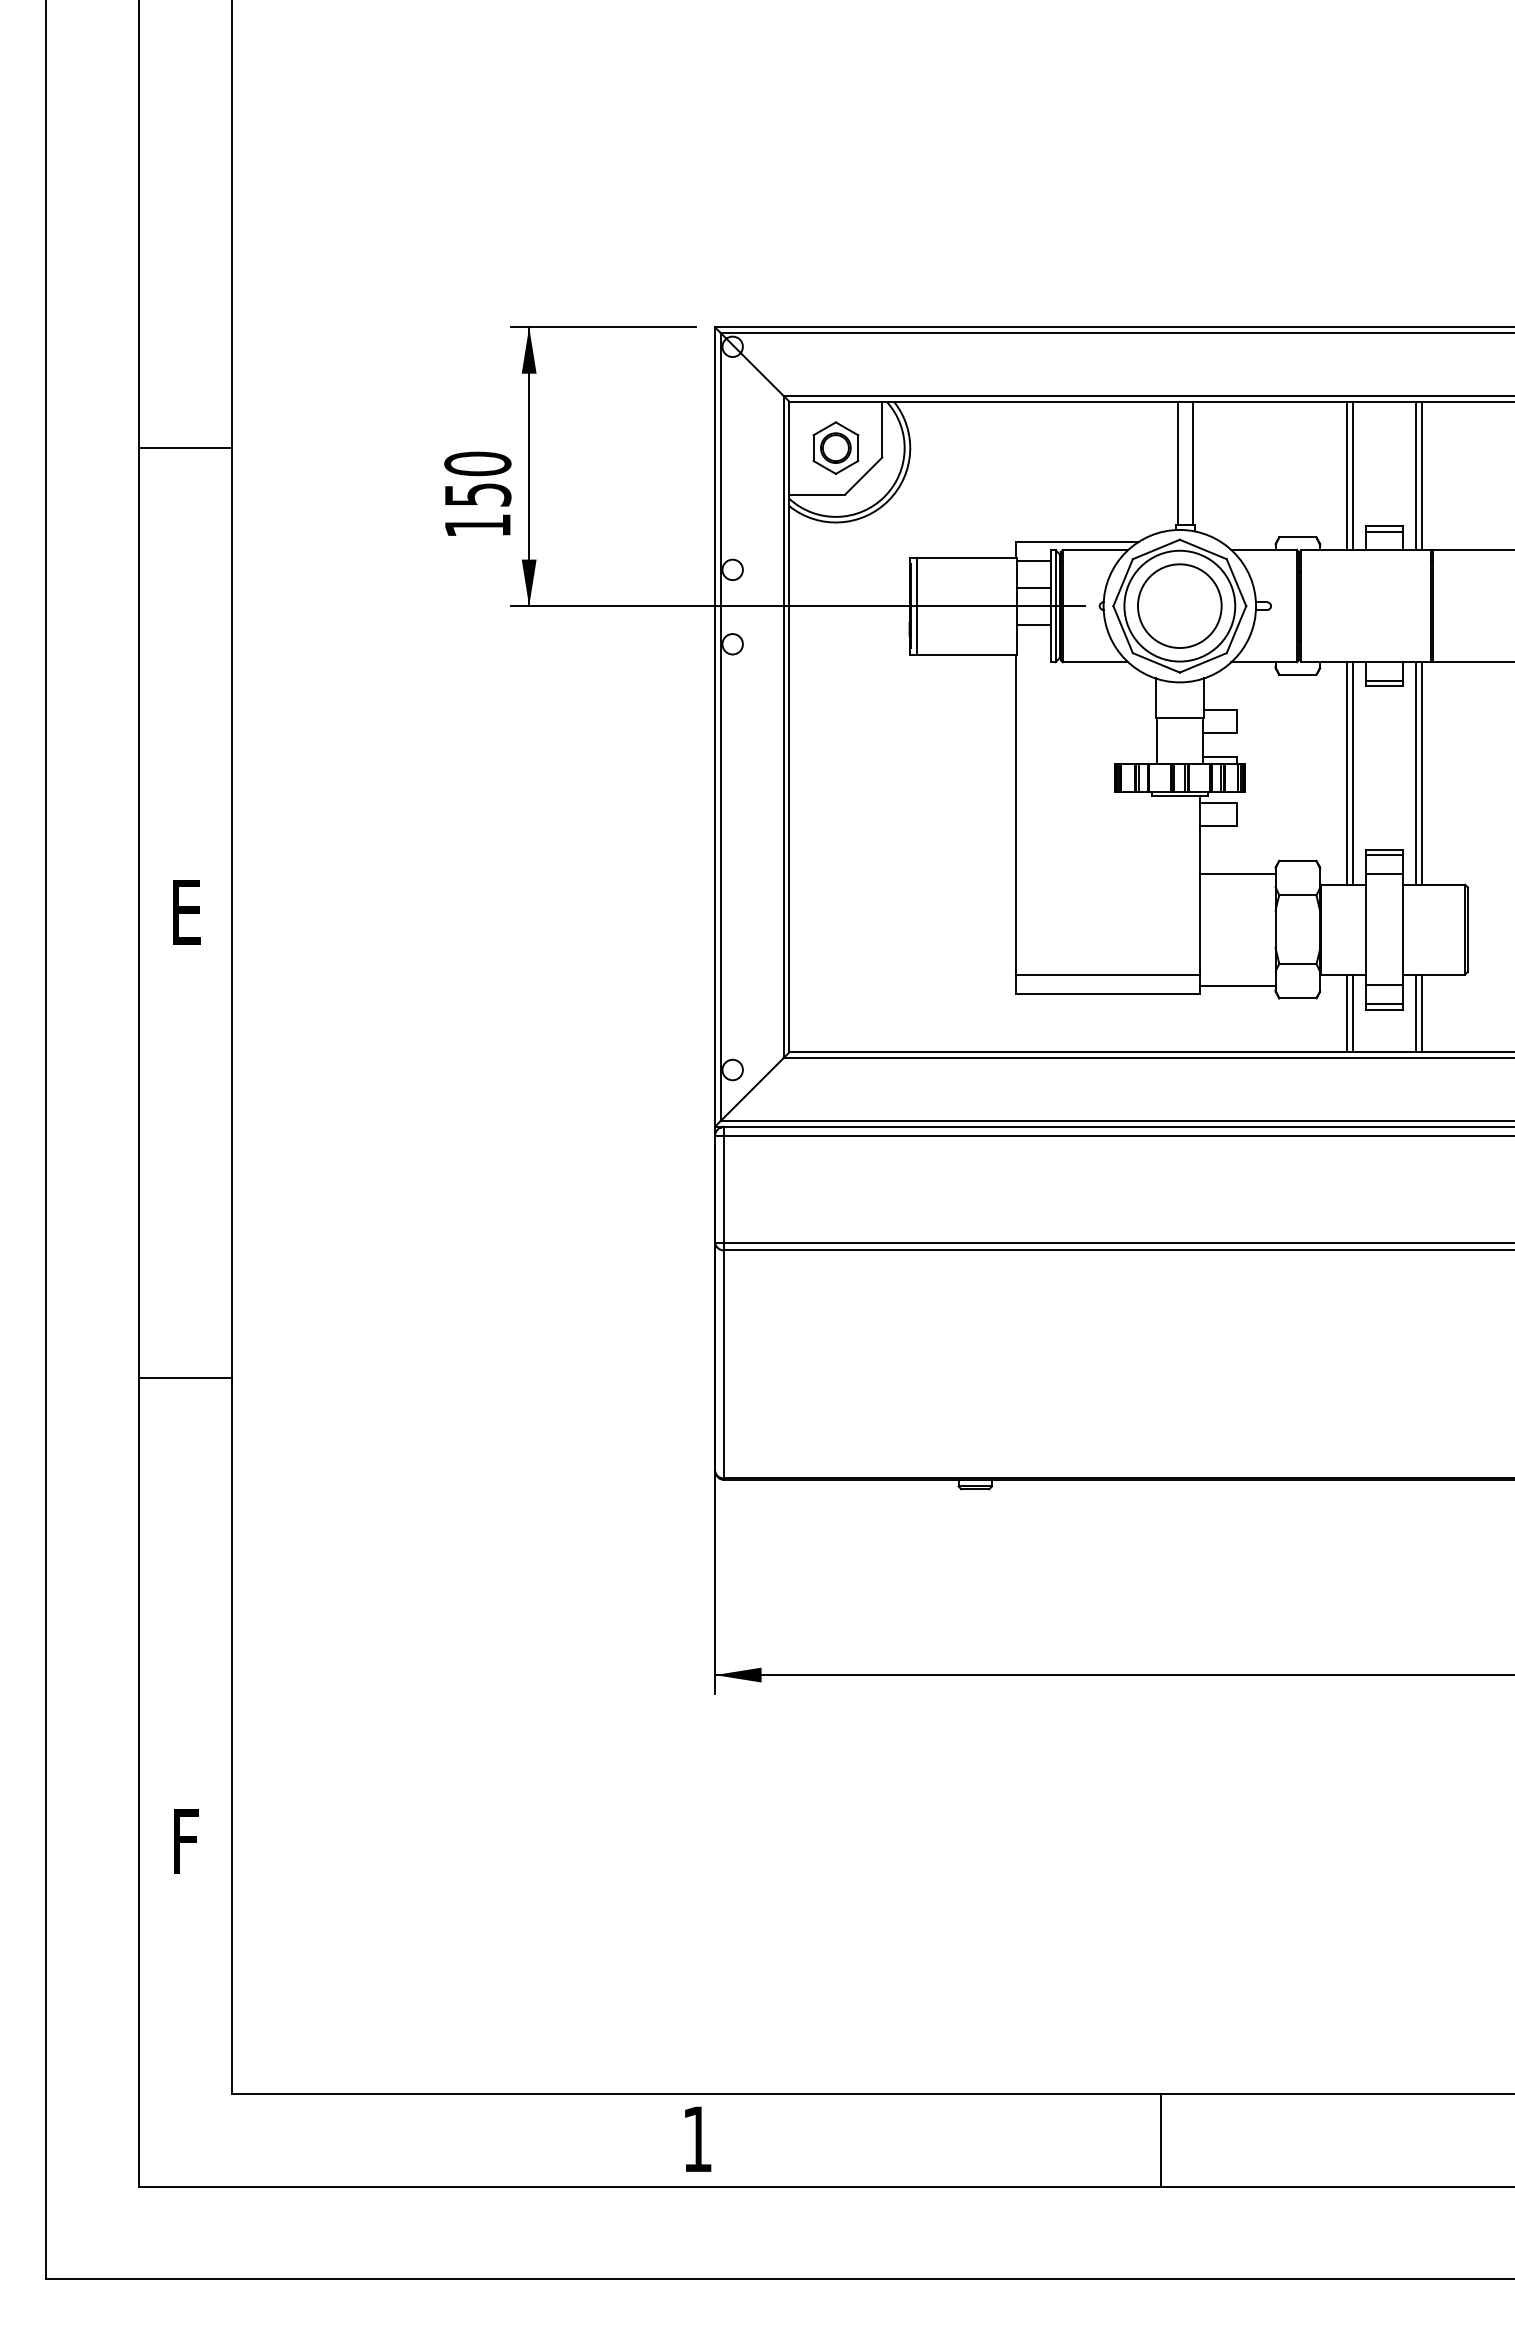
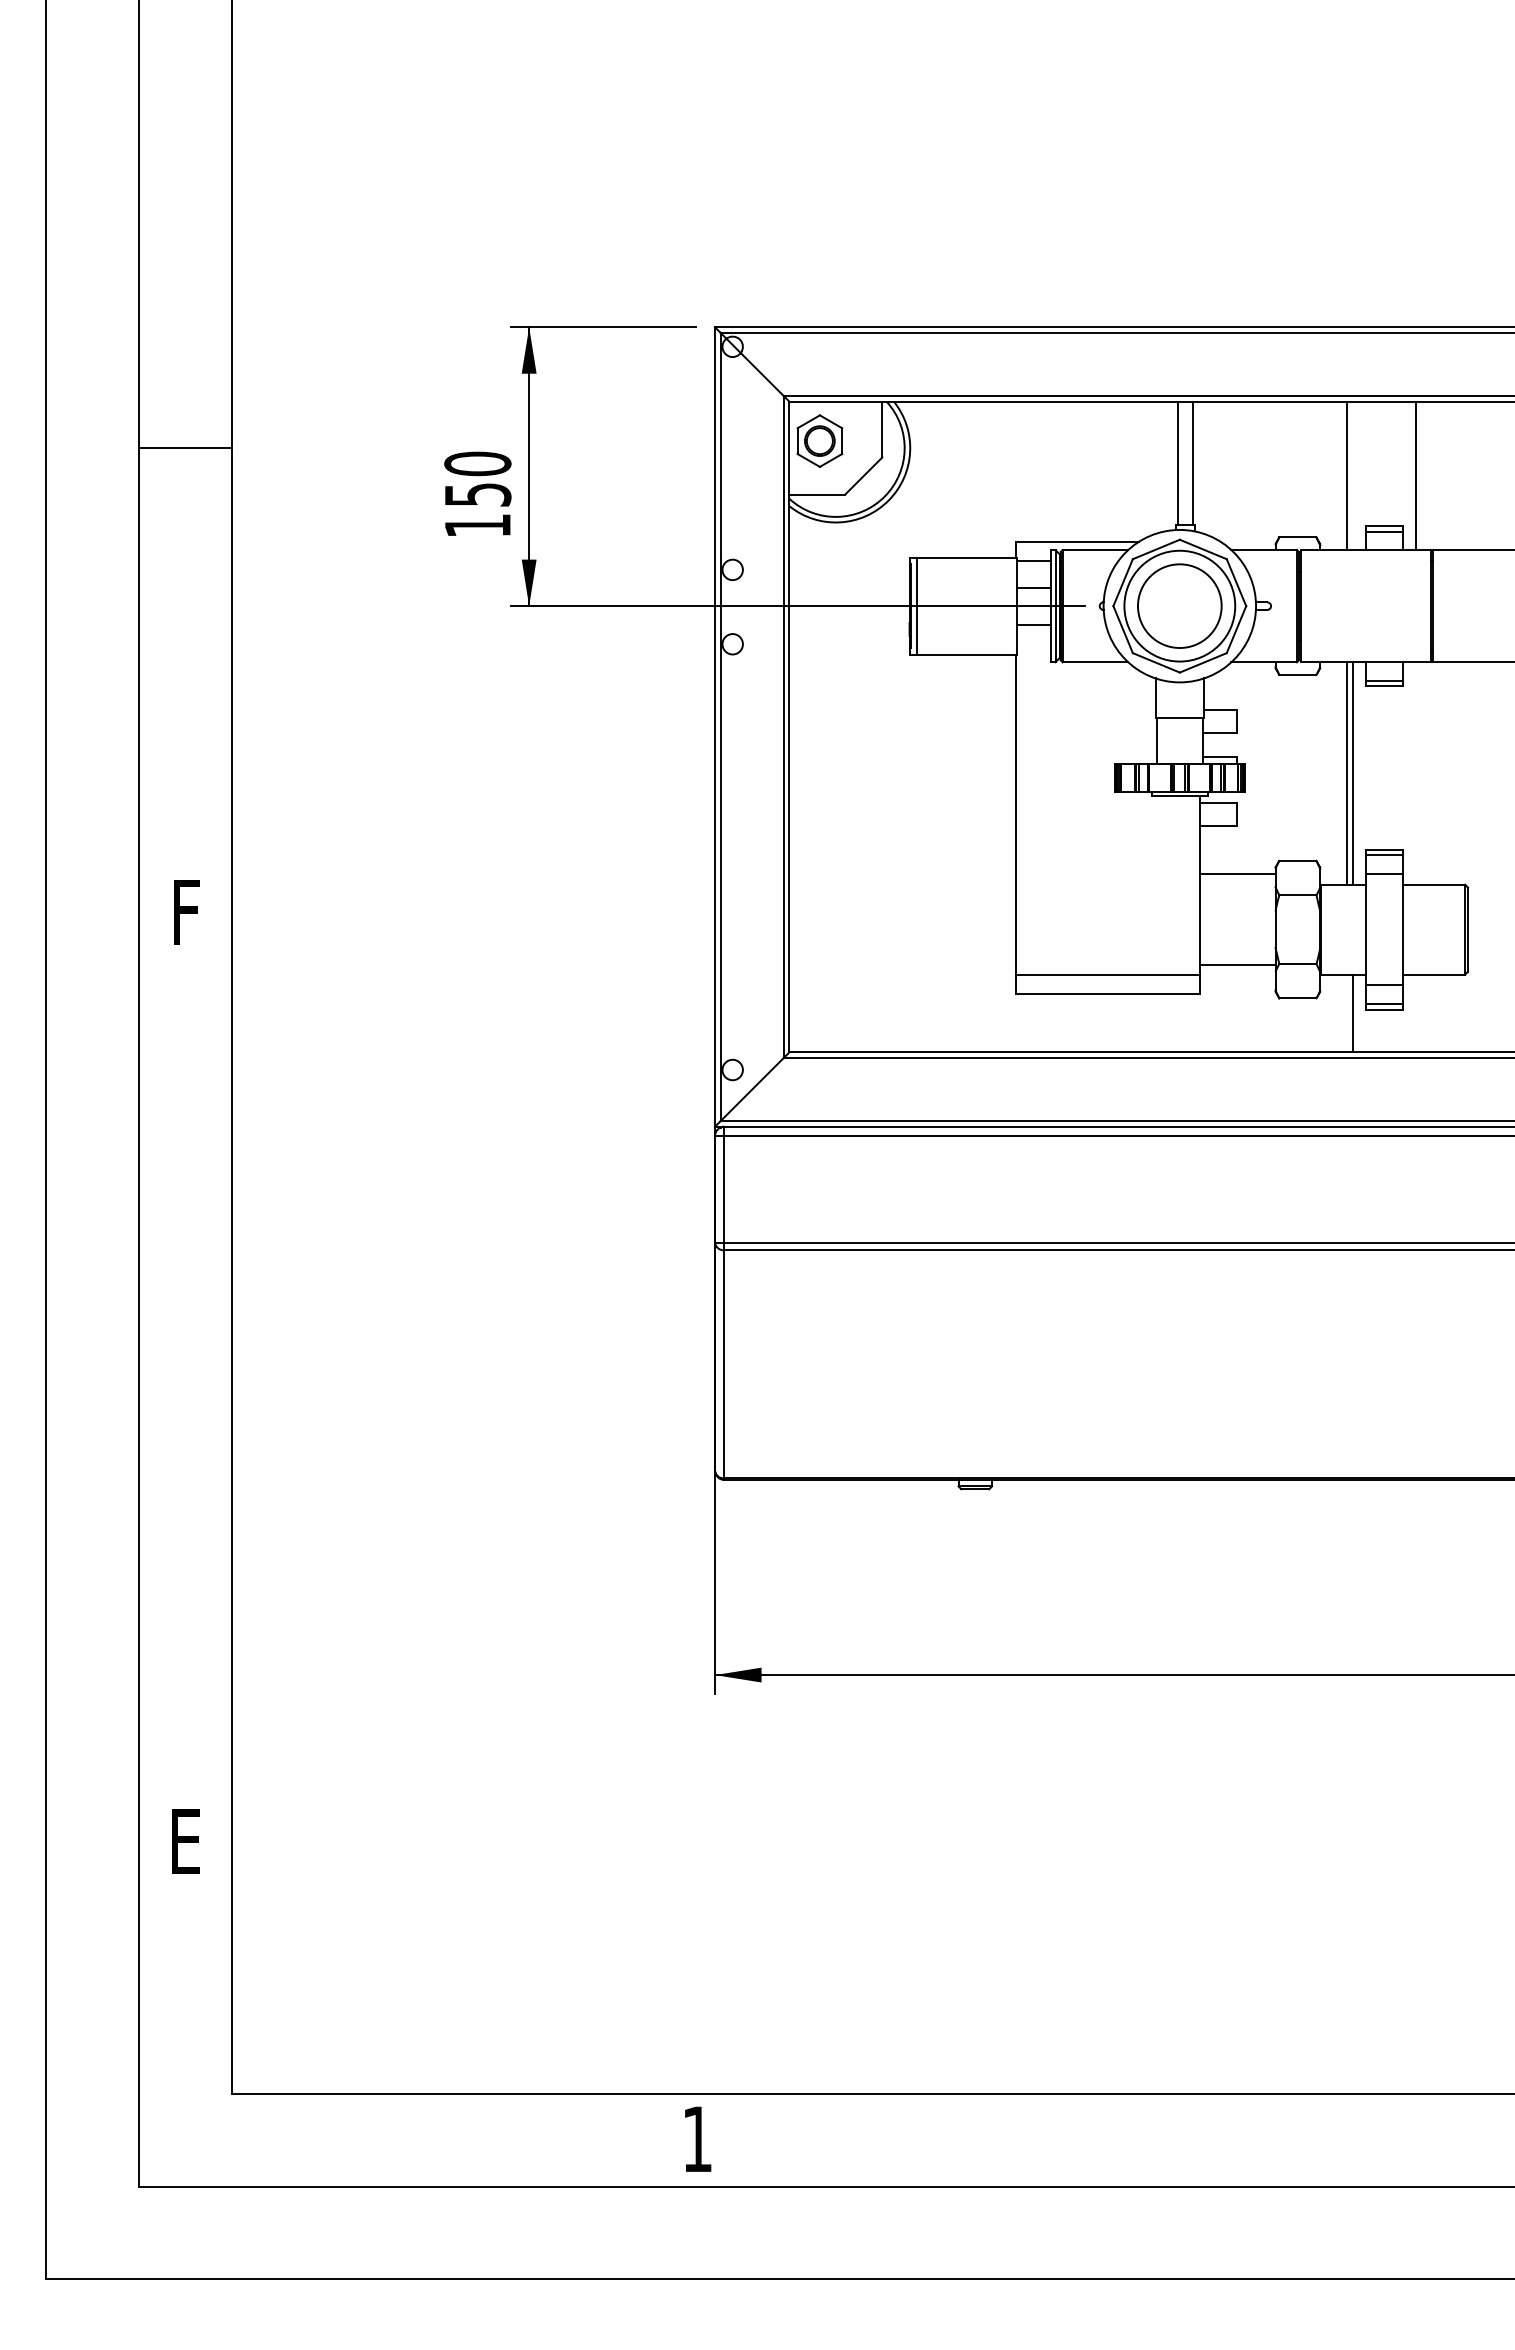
part at (835, 447) position: (835, 447) -> (819, 440)
line at (1352, 475): present -> none
line at (1421, 475): present -> none
line at (1415, 773): present -> none
line at (1421, 773): present -> none
text at (186, 912): E -> F
line at (1237, 985) position: (1237, 985) -> (1237, 964)
line at (1347, 1013): present -> none
line at (1415, 1013): present -> none
line at (1421, 1013): present -> none
line at (184, 1377): present -> none
text at (185, 1841): F -> E
line at (1161, 2139): present -> none
